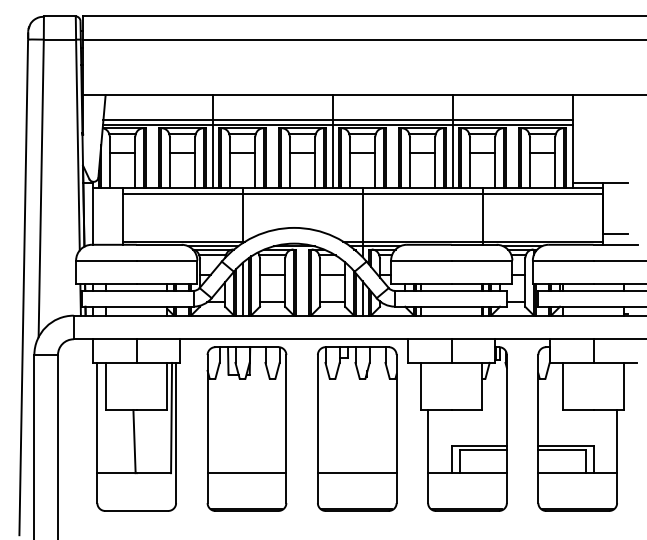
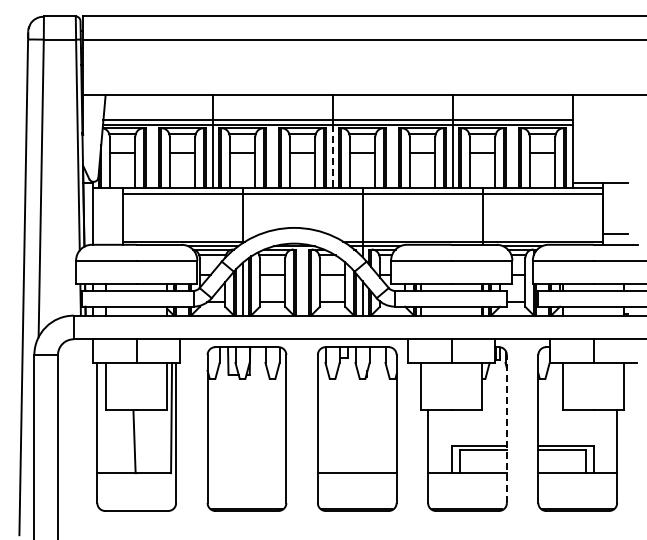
line at (332, 157): solid -> dashed
line at (506, 428): solid -> dashed
line at (246, 473): present -> none
